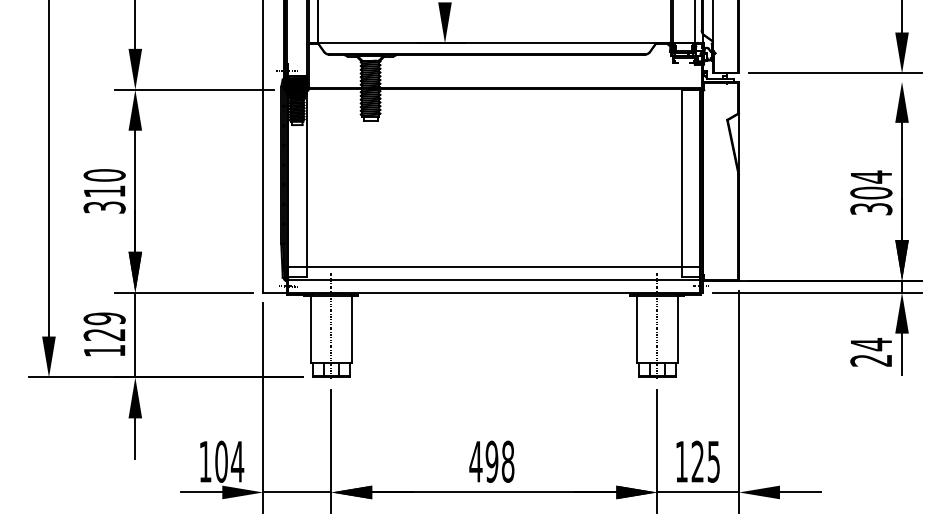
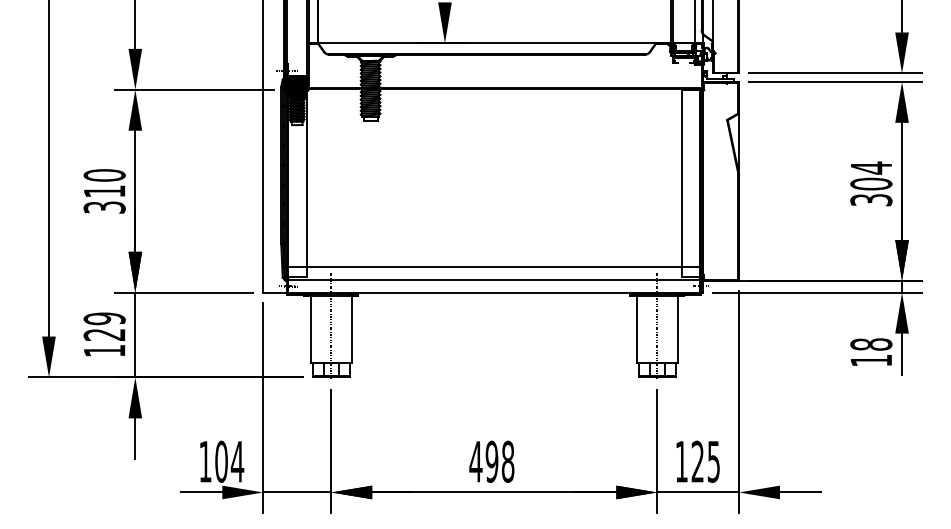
line at (835, 81): none -> present
text at (871, 192) position: (871, 192) -> (871, 183)
text at (871, 352): 24 -> 18
